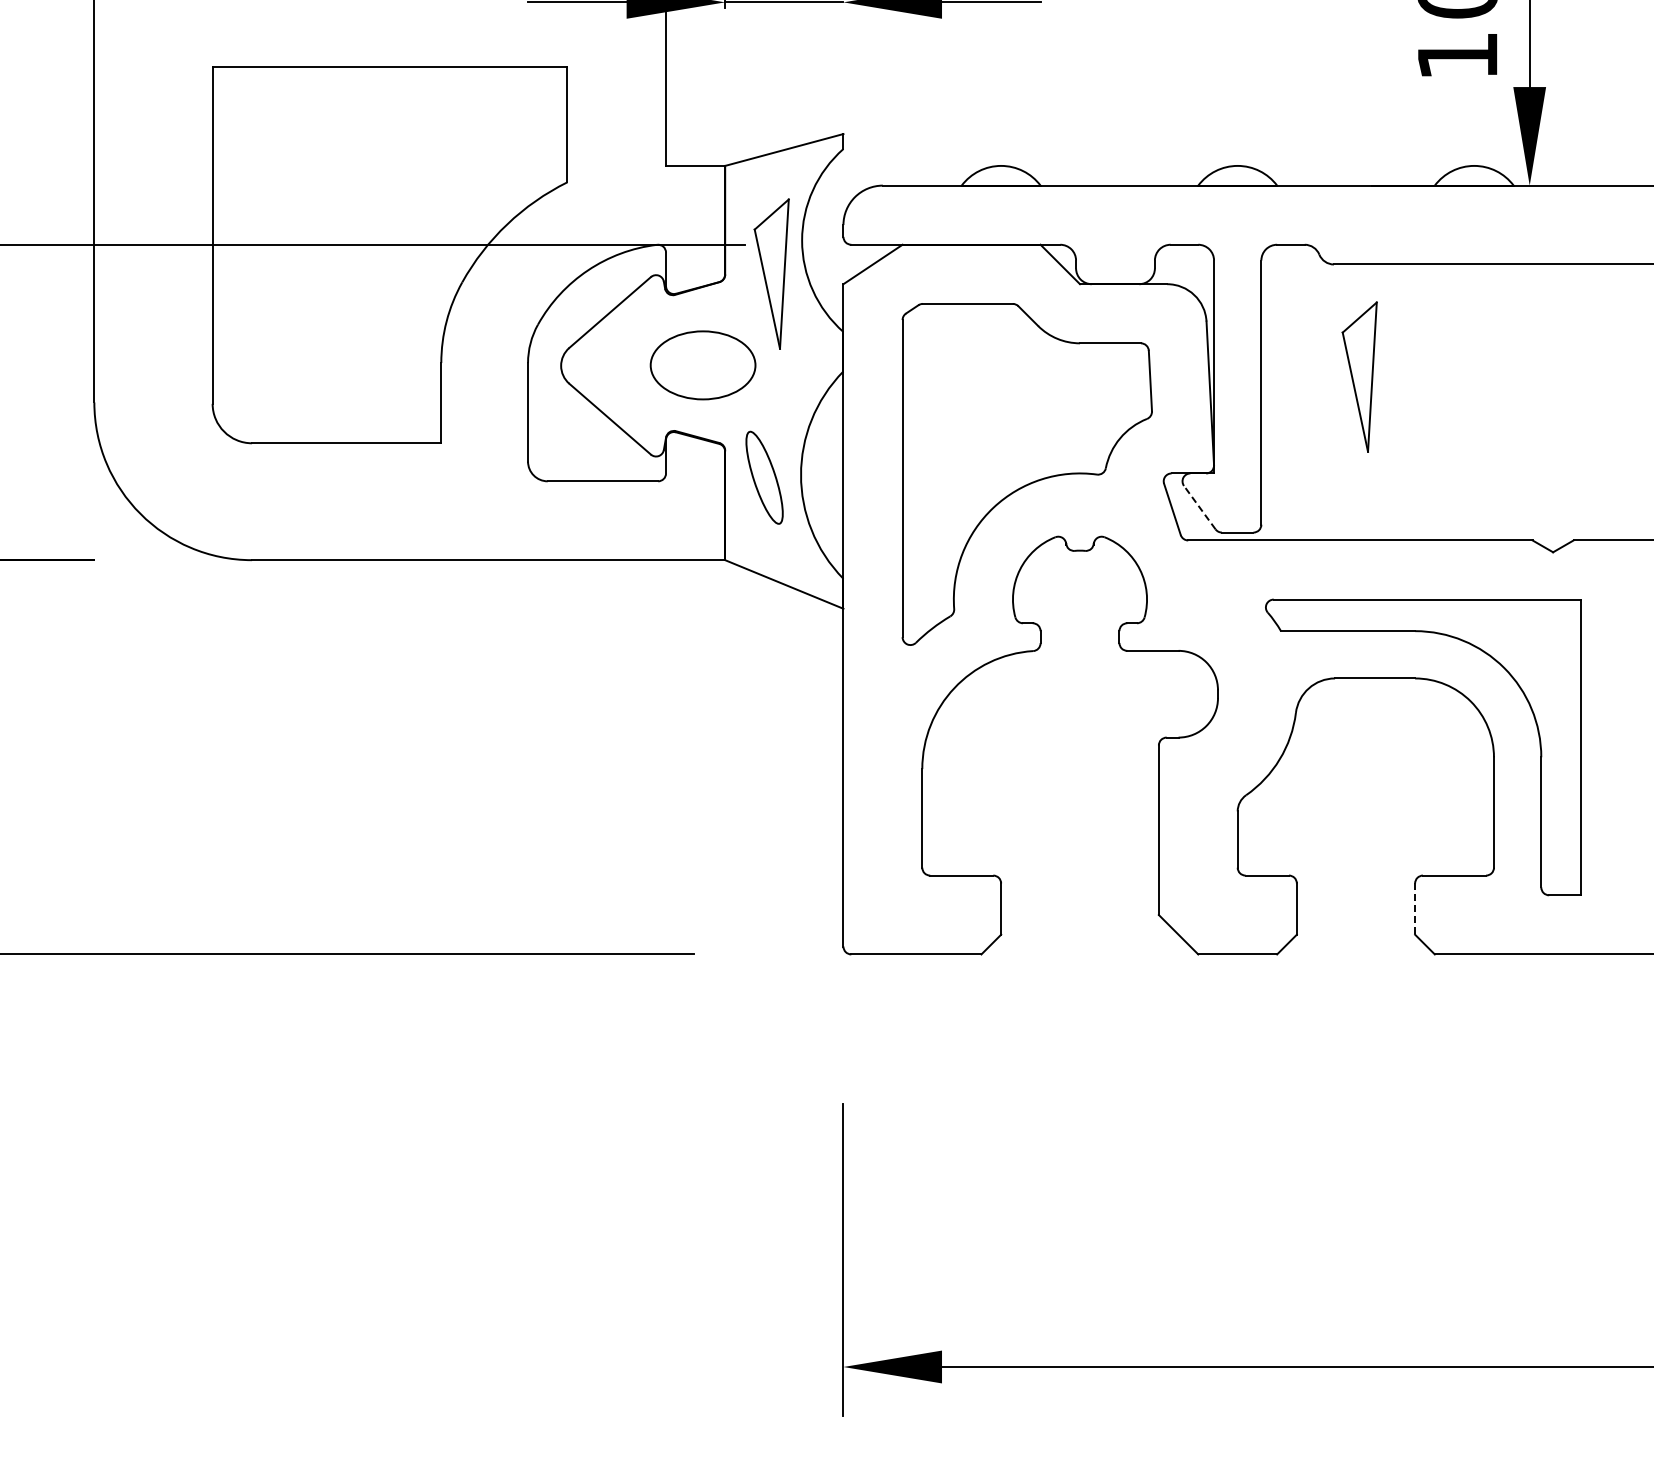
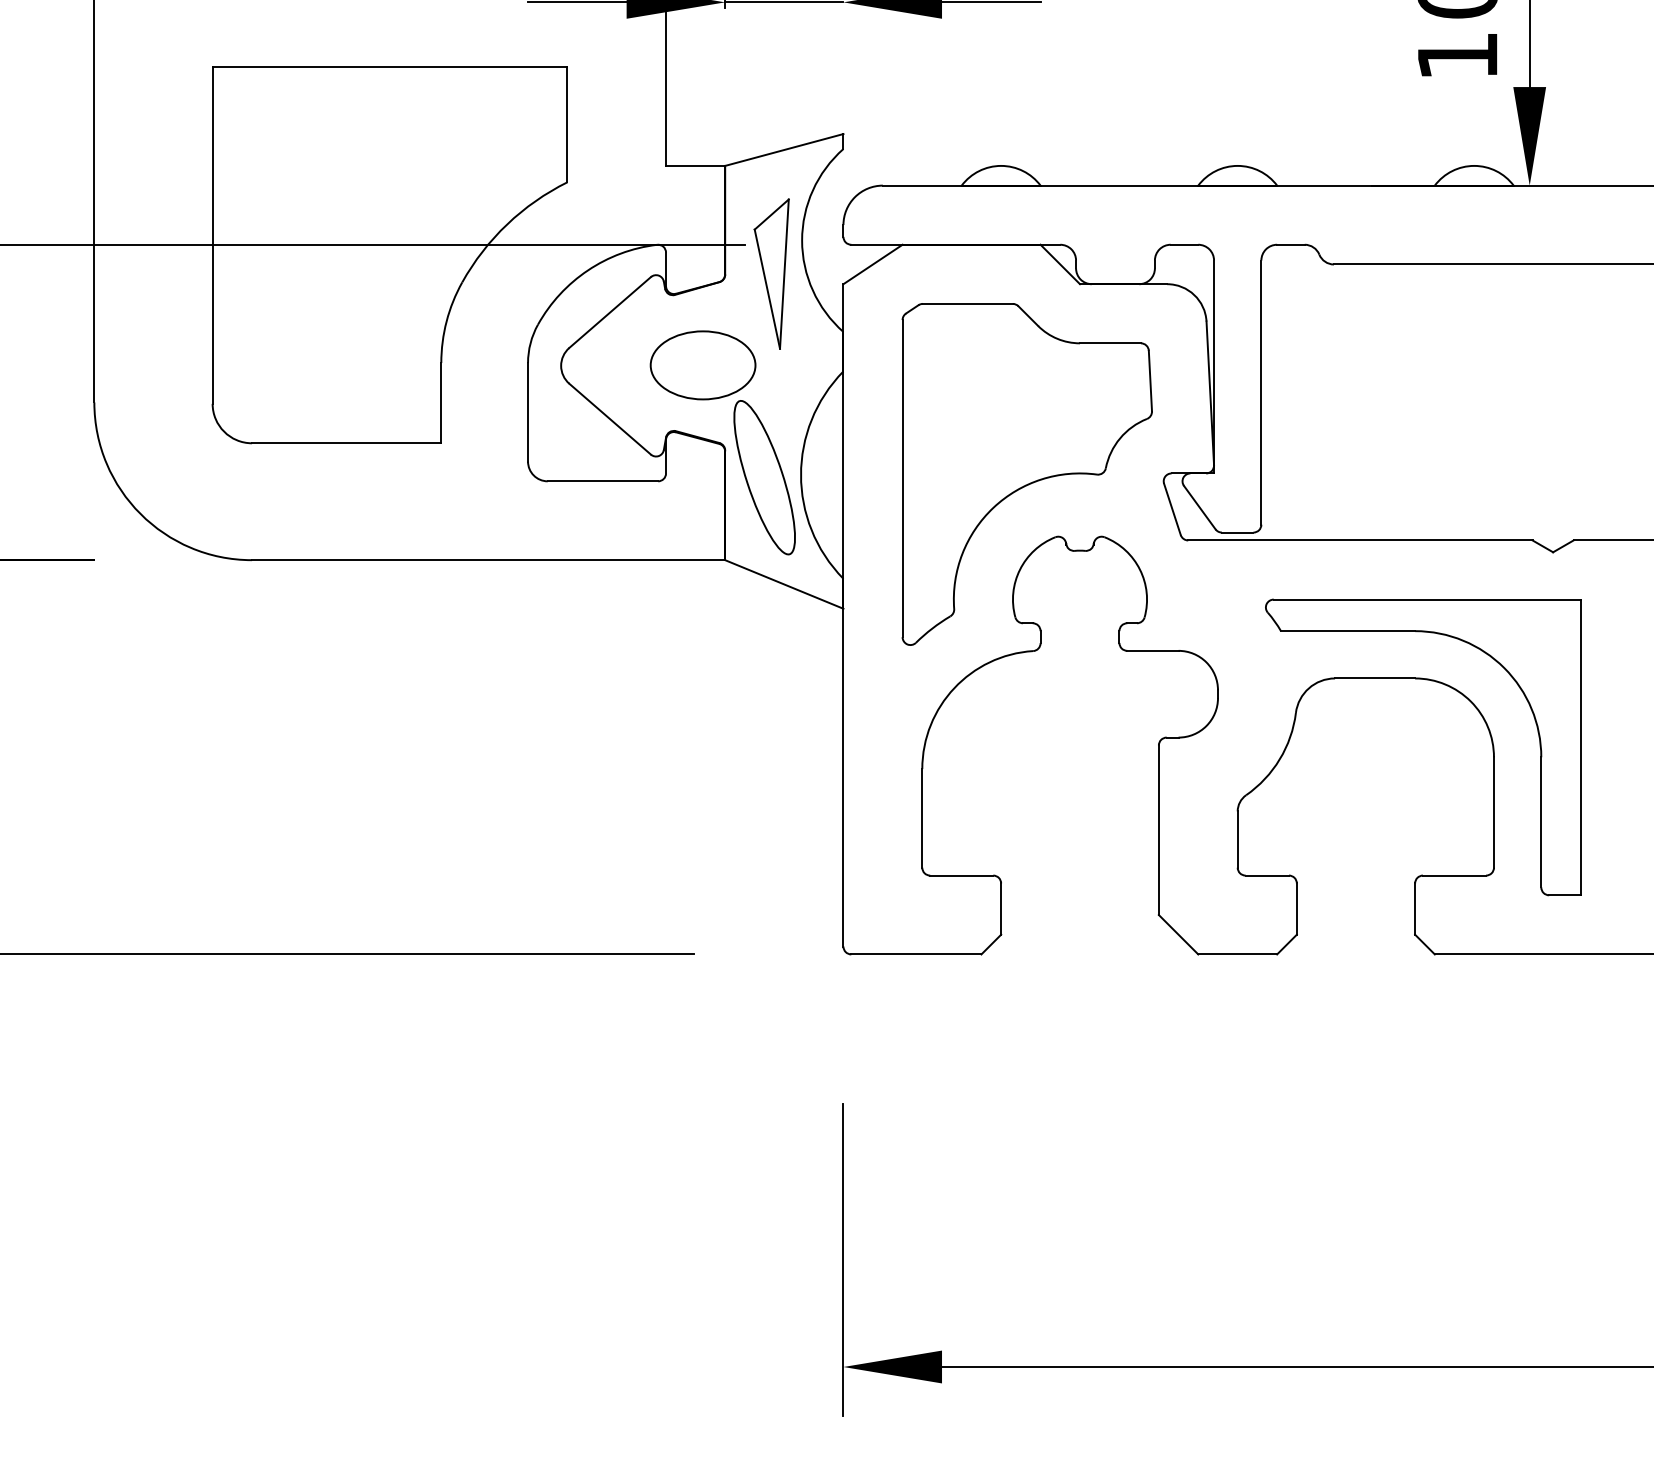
part at (1359, 376): present -> none
part at (764, 477) size: 39x95 px -> 63x156 px
line at (1199, 507): dashed -> solid
line at (1415, 909): dashed -> solid
